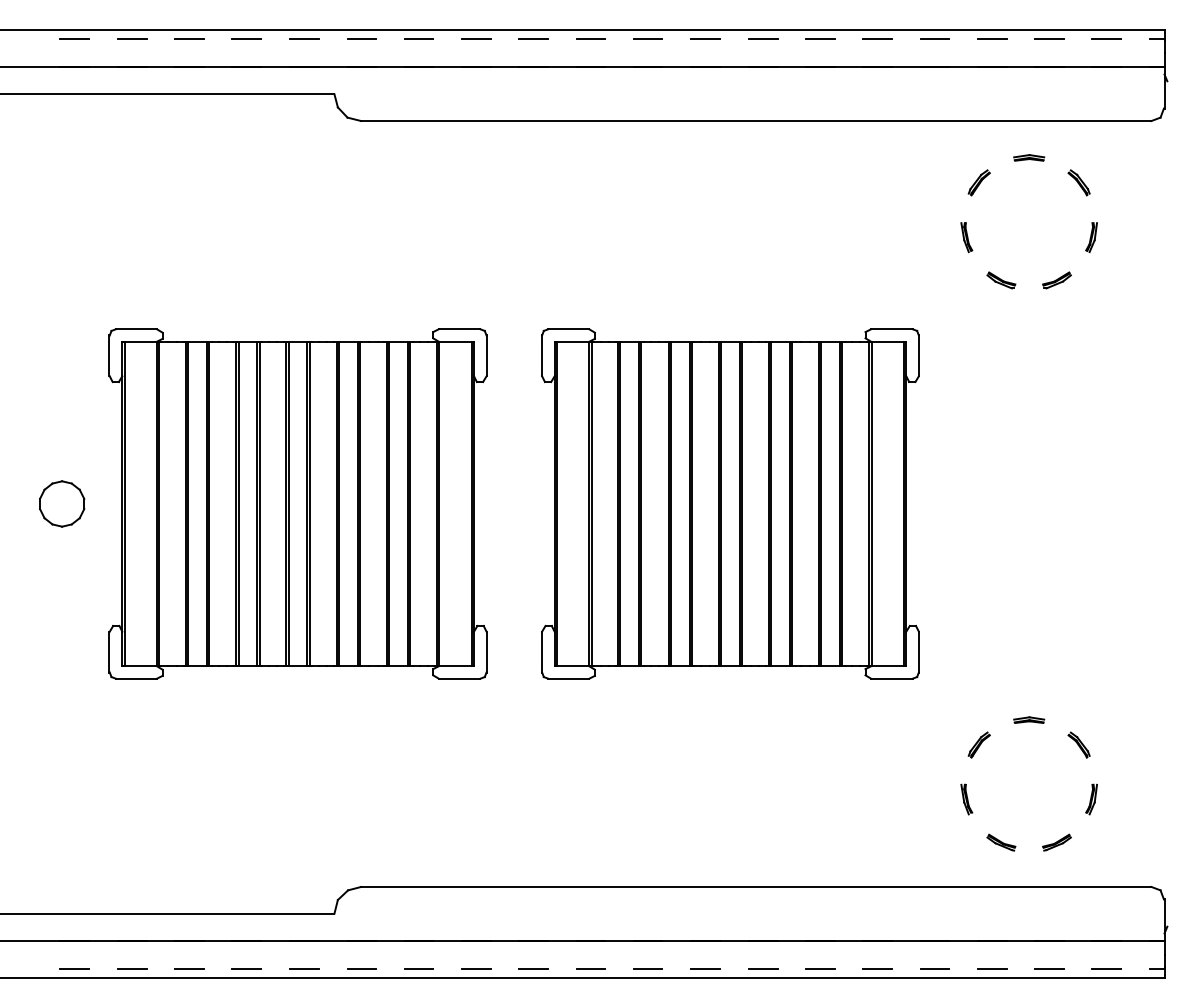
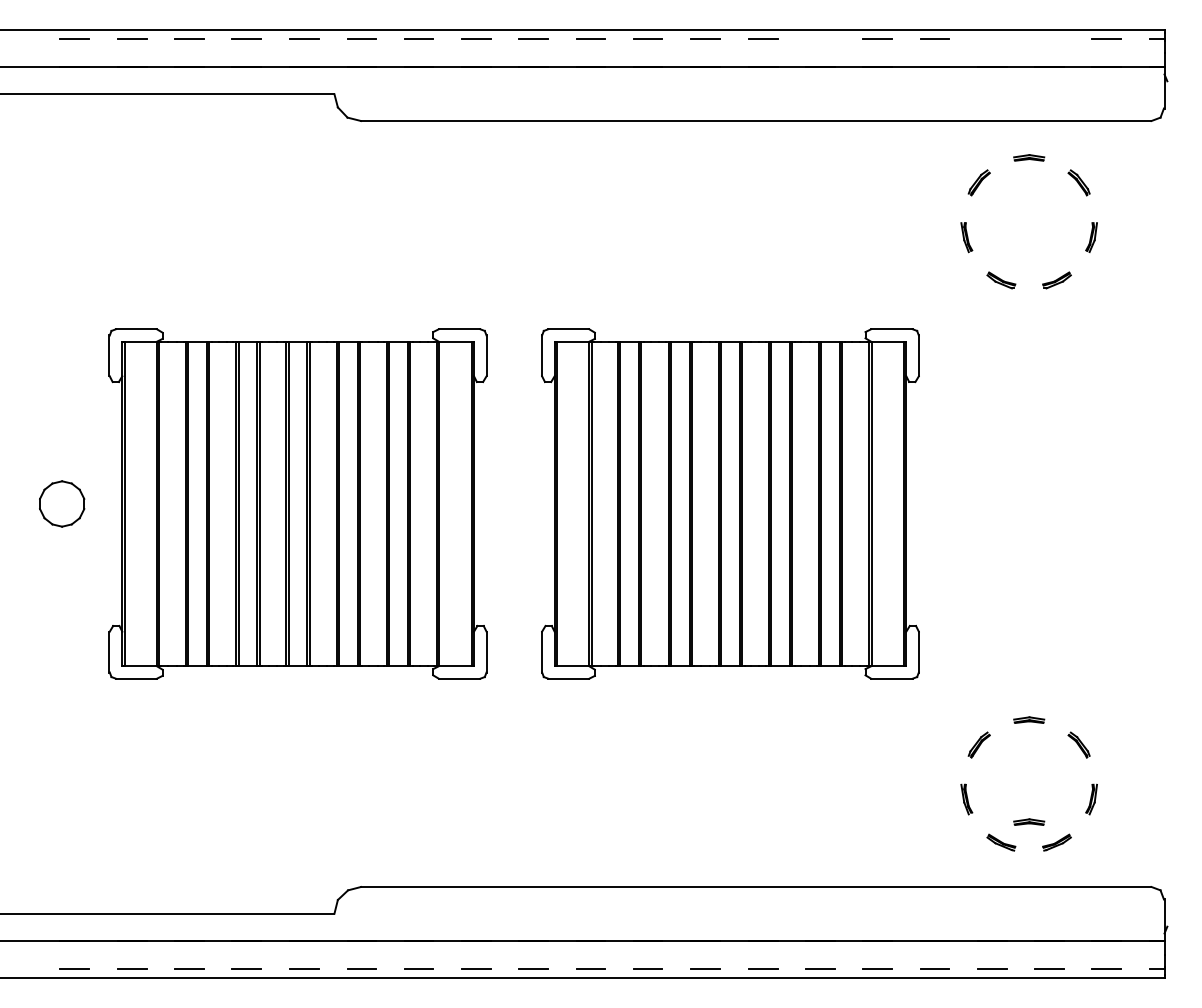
line at (819, 38): present -> none
line at (991, 38): present -> none
line at (1049, 38): present -> none
part at (1029, 821): none -> present
